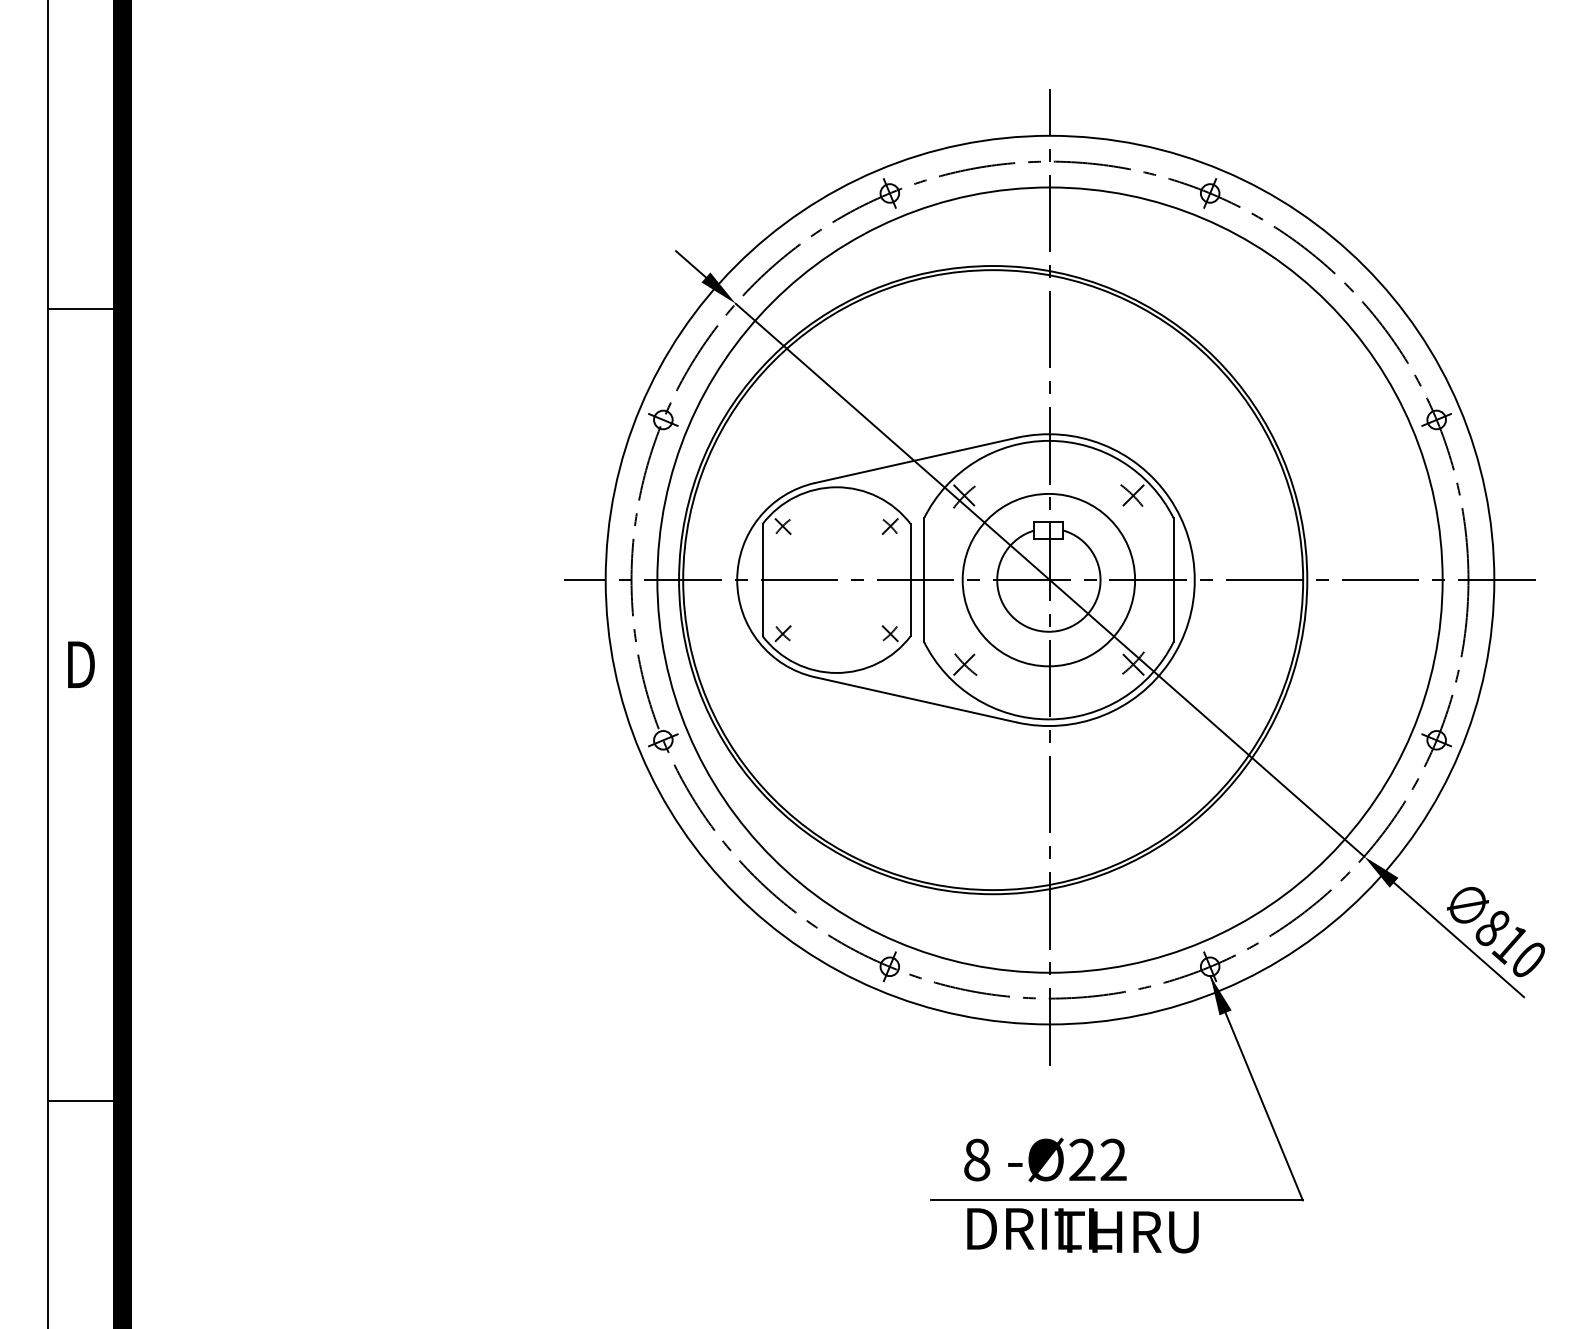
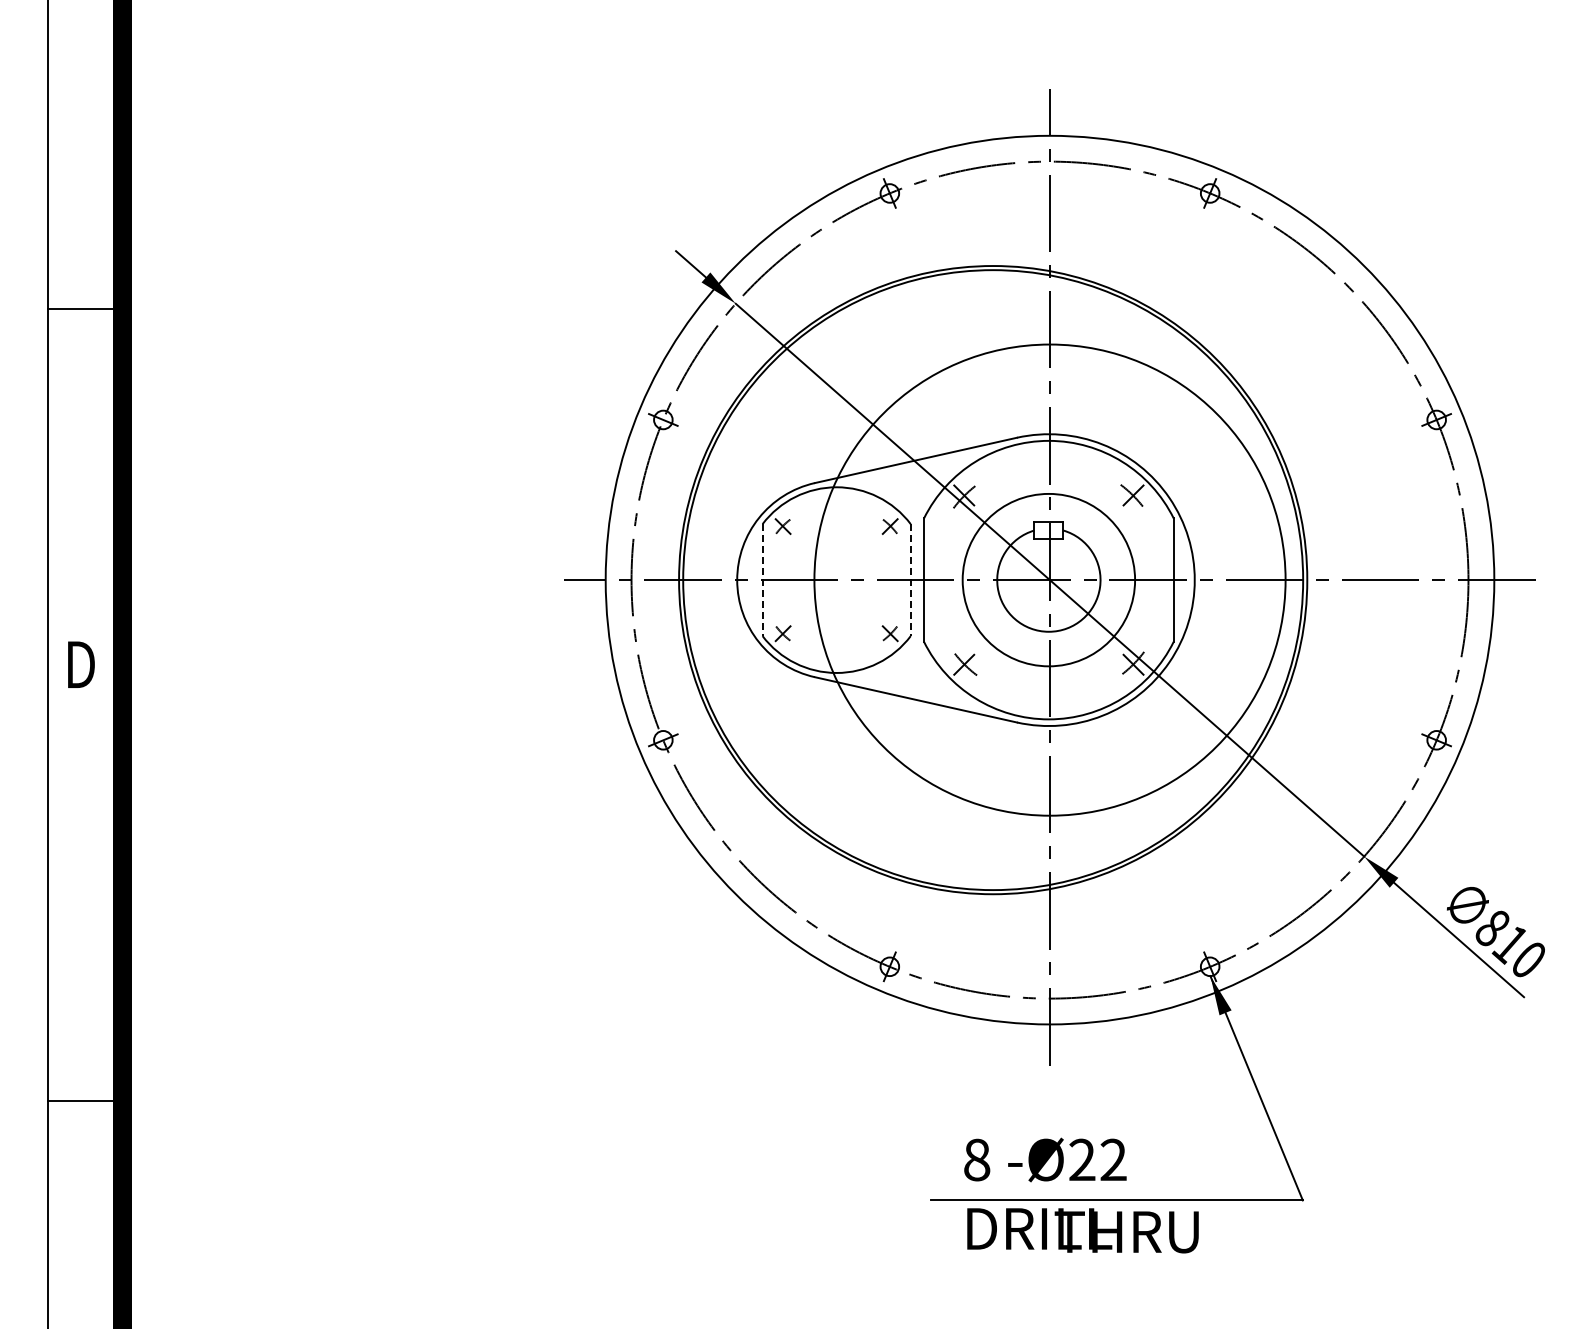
circle at (1049, 579) diameter: 785 px -> 471 px
line at (762, 580): solid -> dashed
line at (910, 580): solid -> dashed
